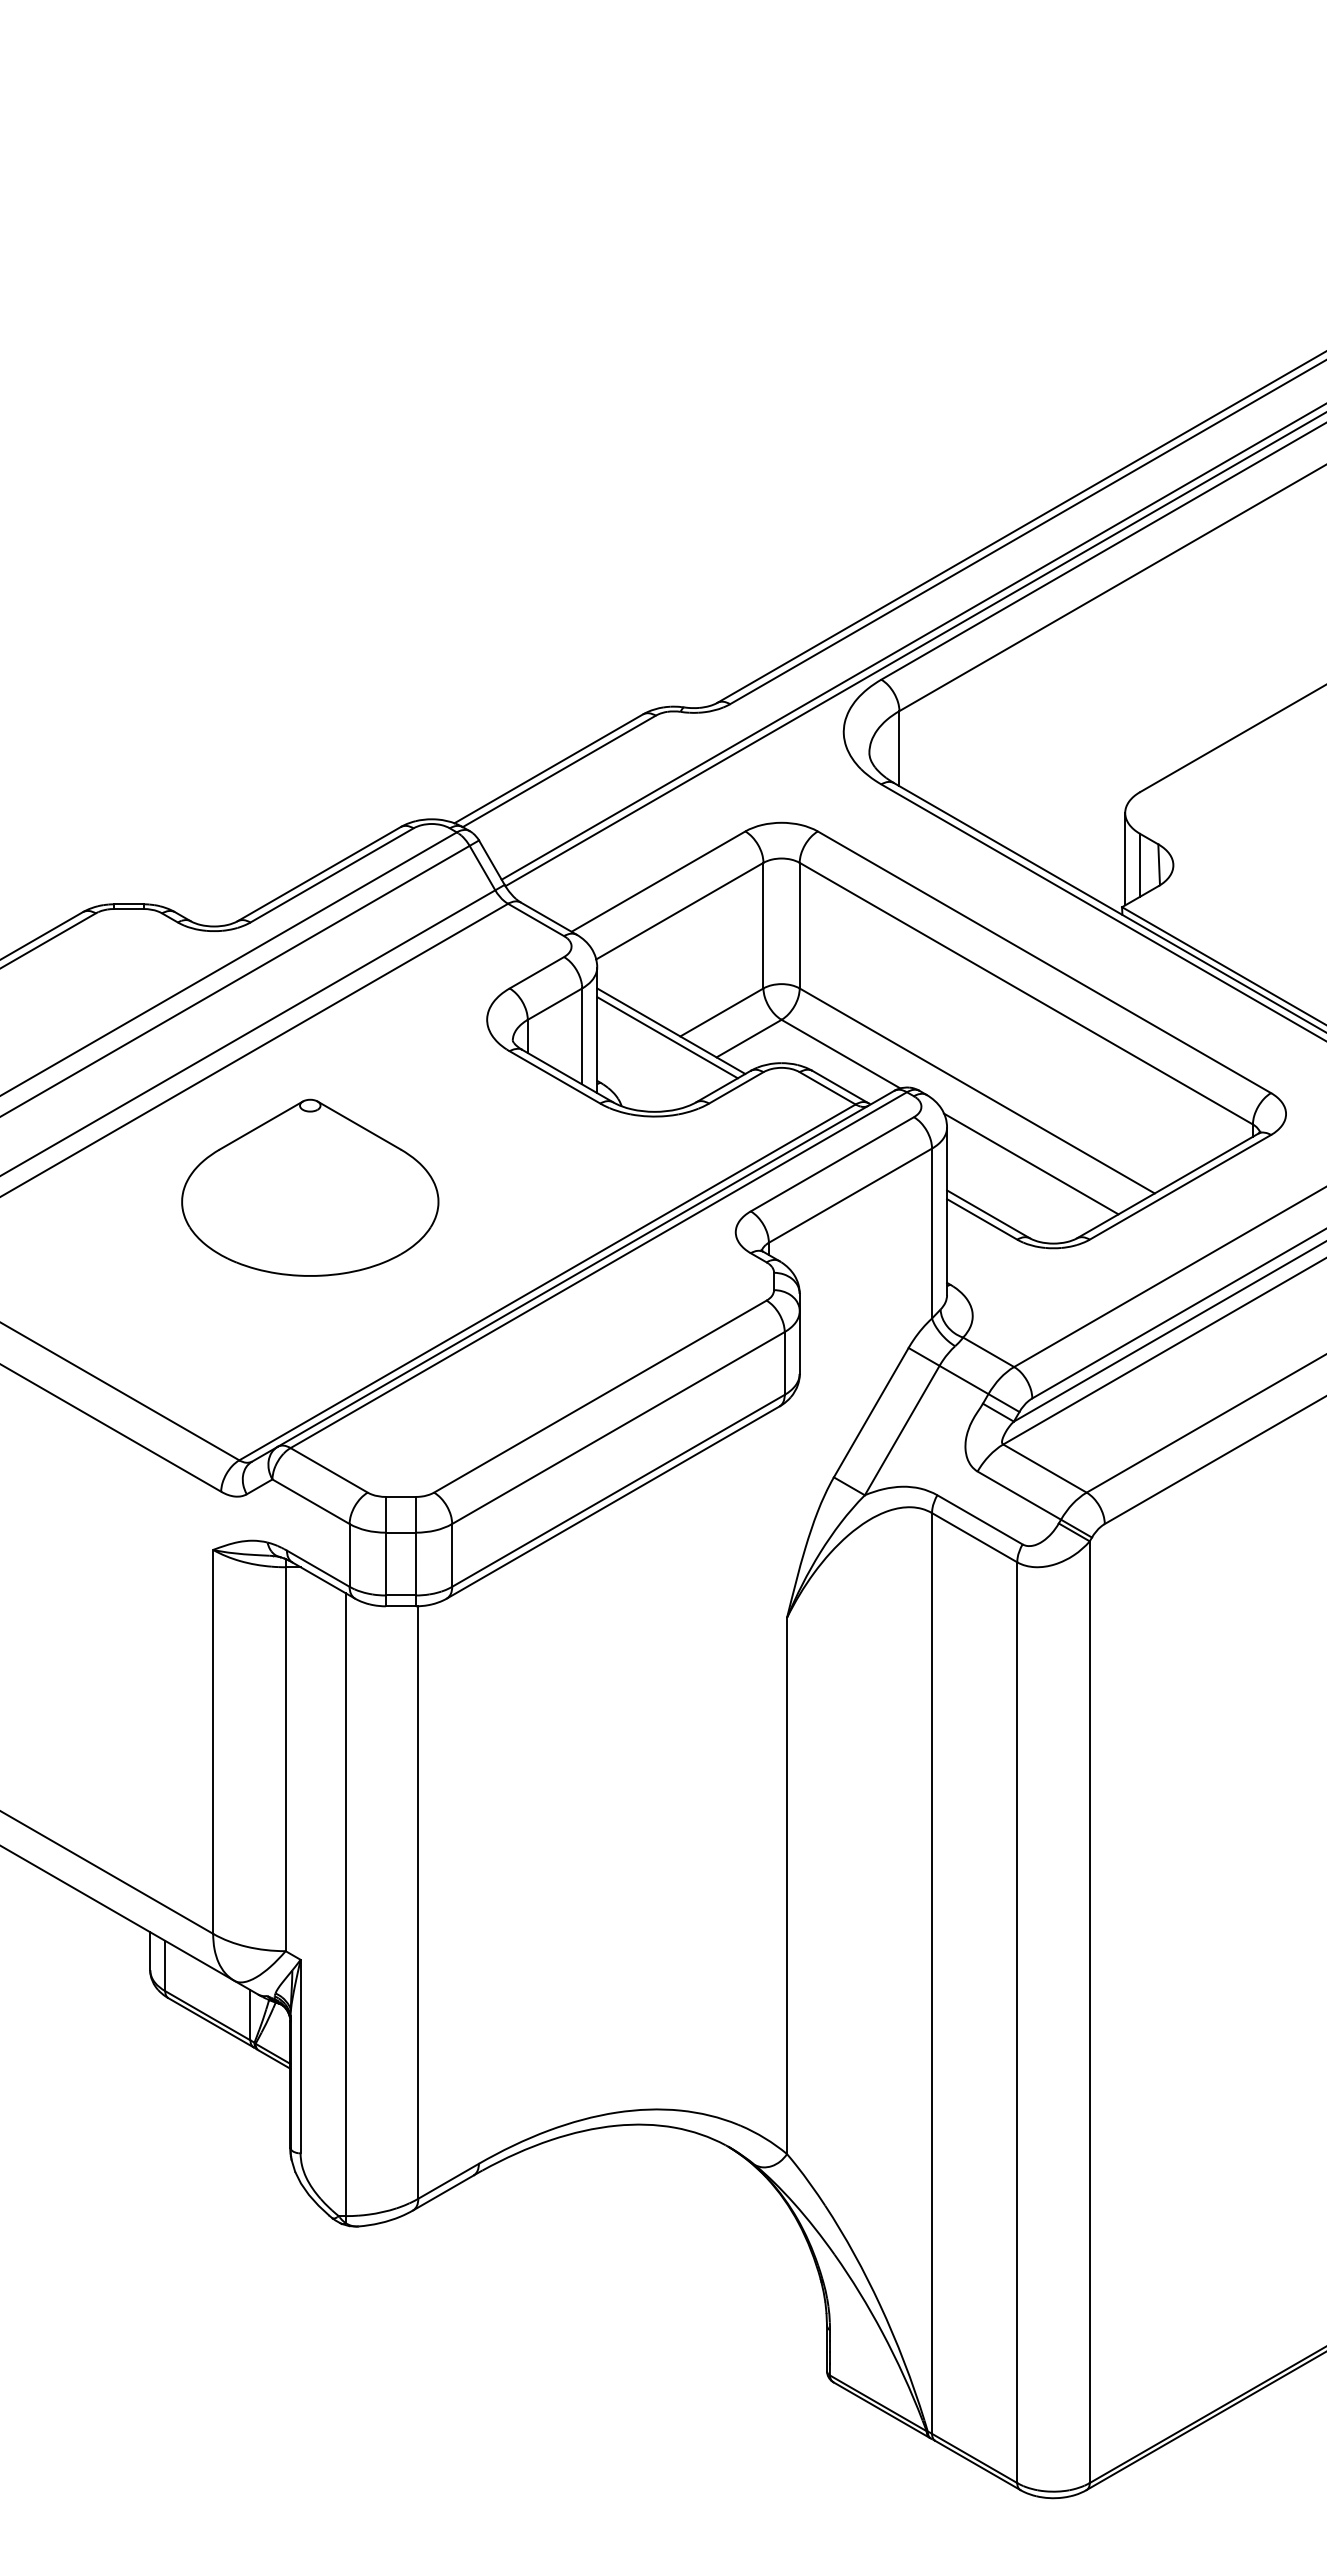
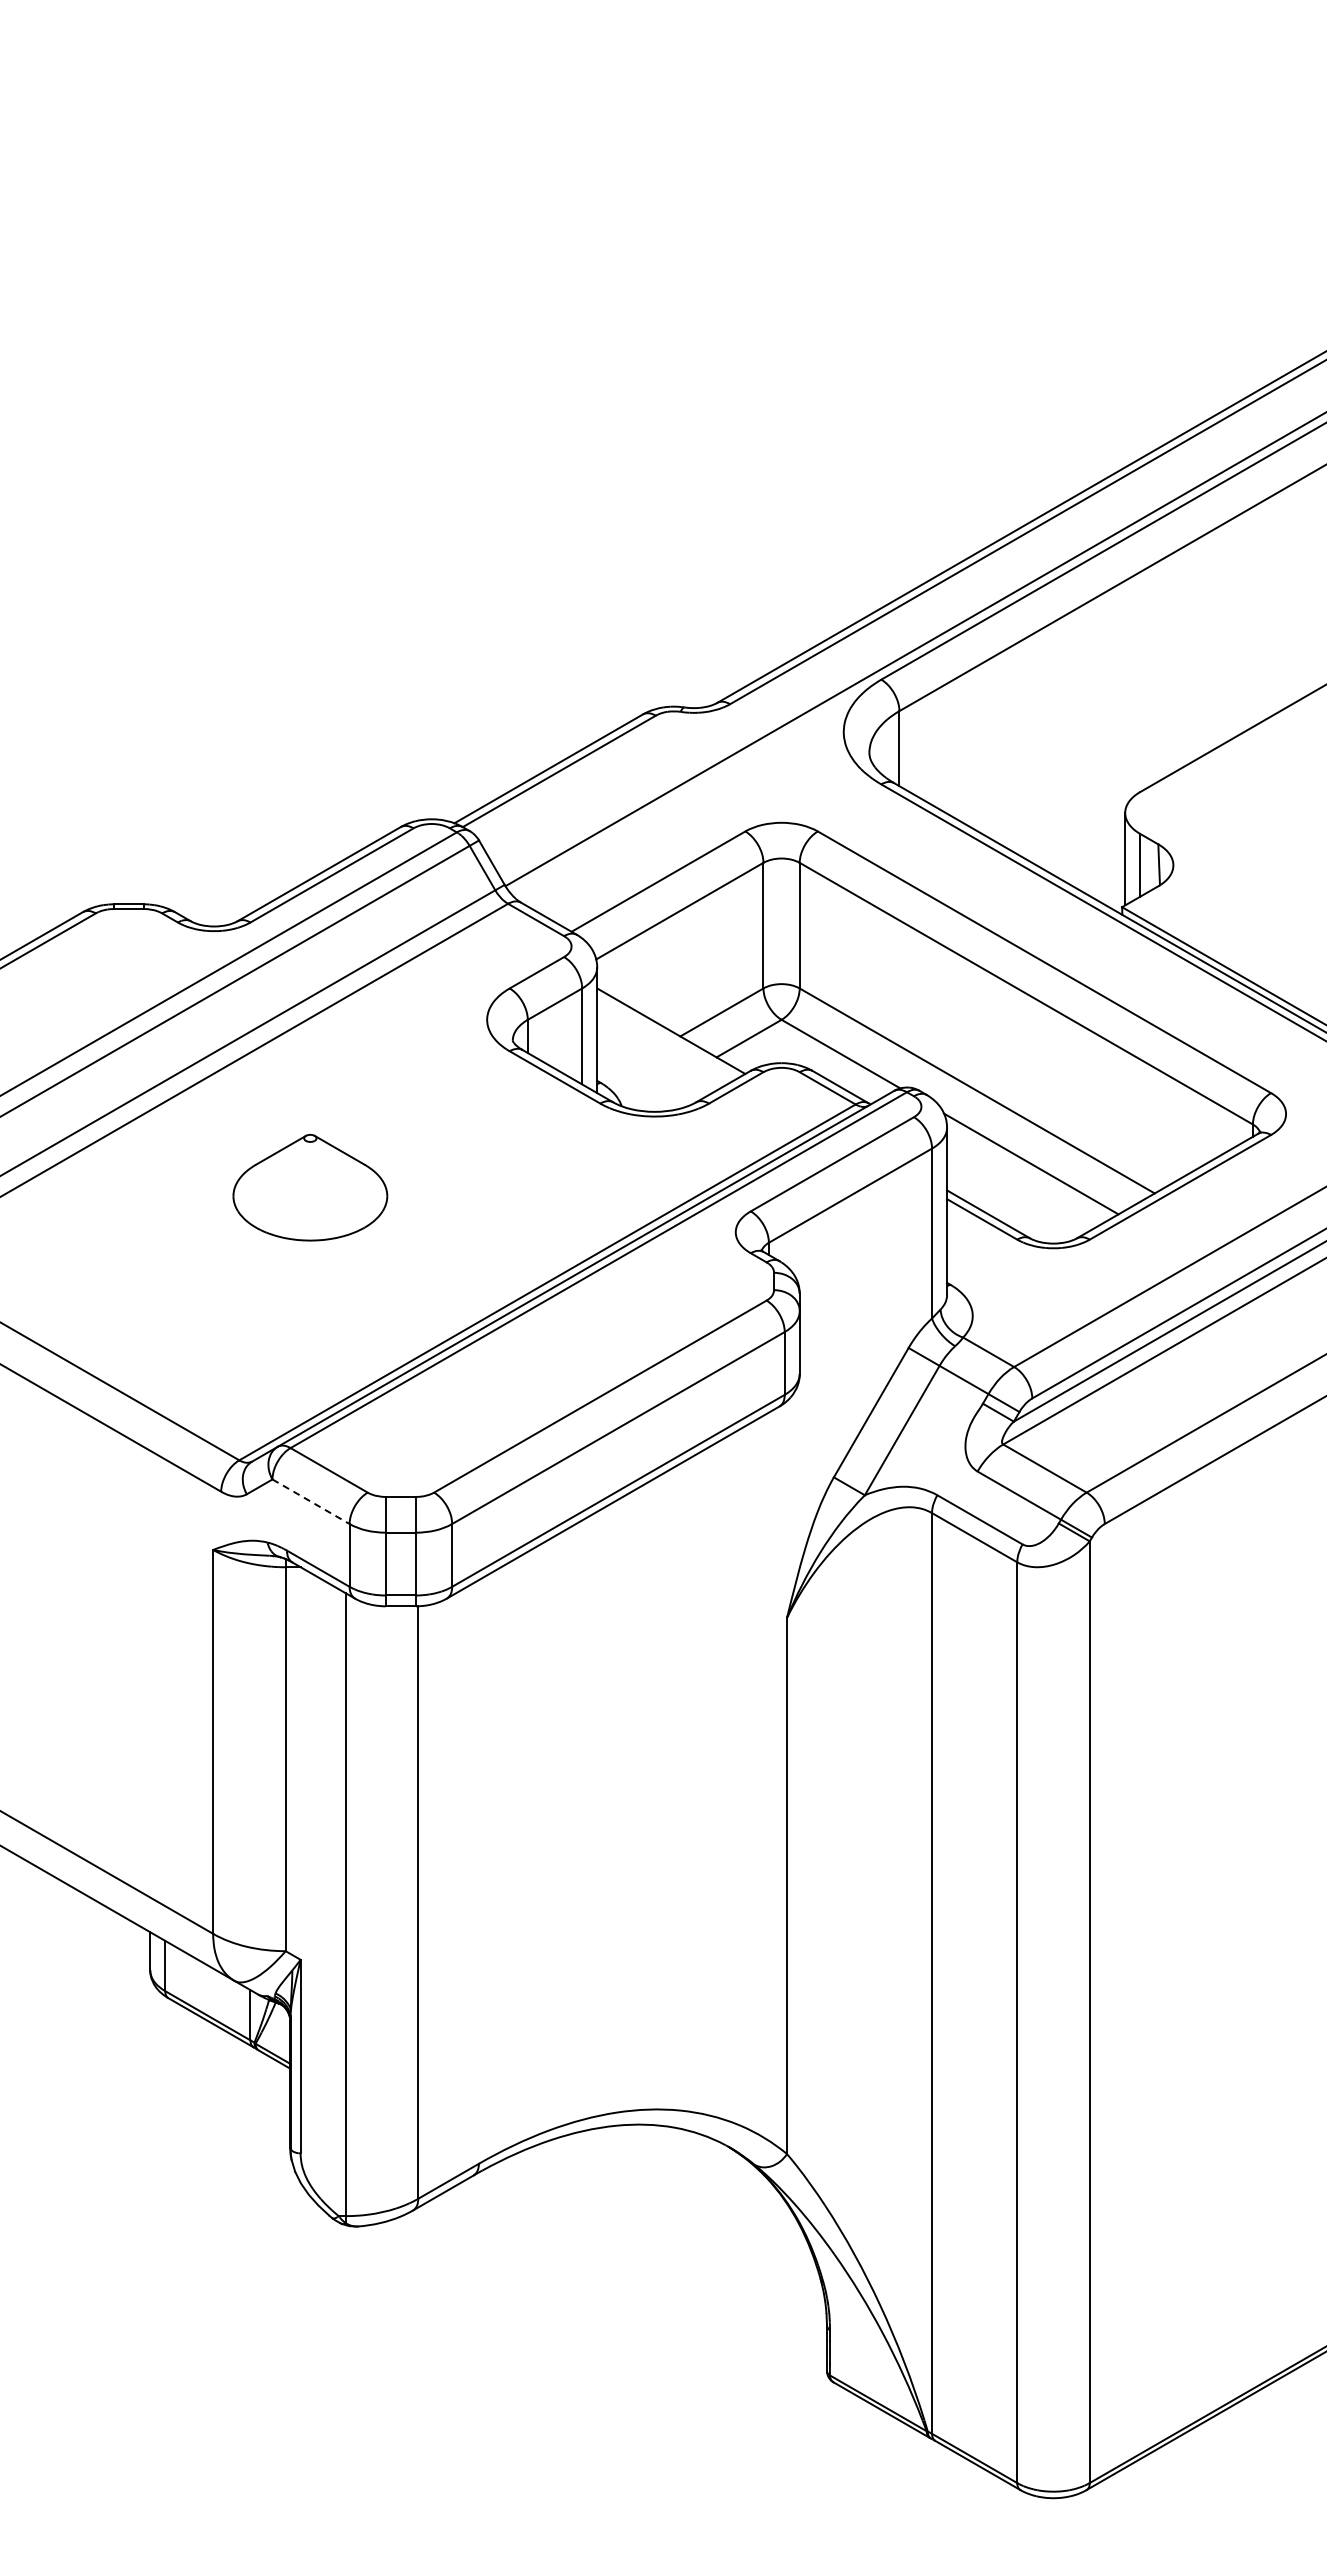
line at (912, 642): present -> none
line at (667, 1037): present -> none
part at (310, 1187) size: 259x179 px -> 157x108 px
line at (311, 1501): solid -> dashed
